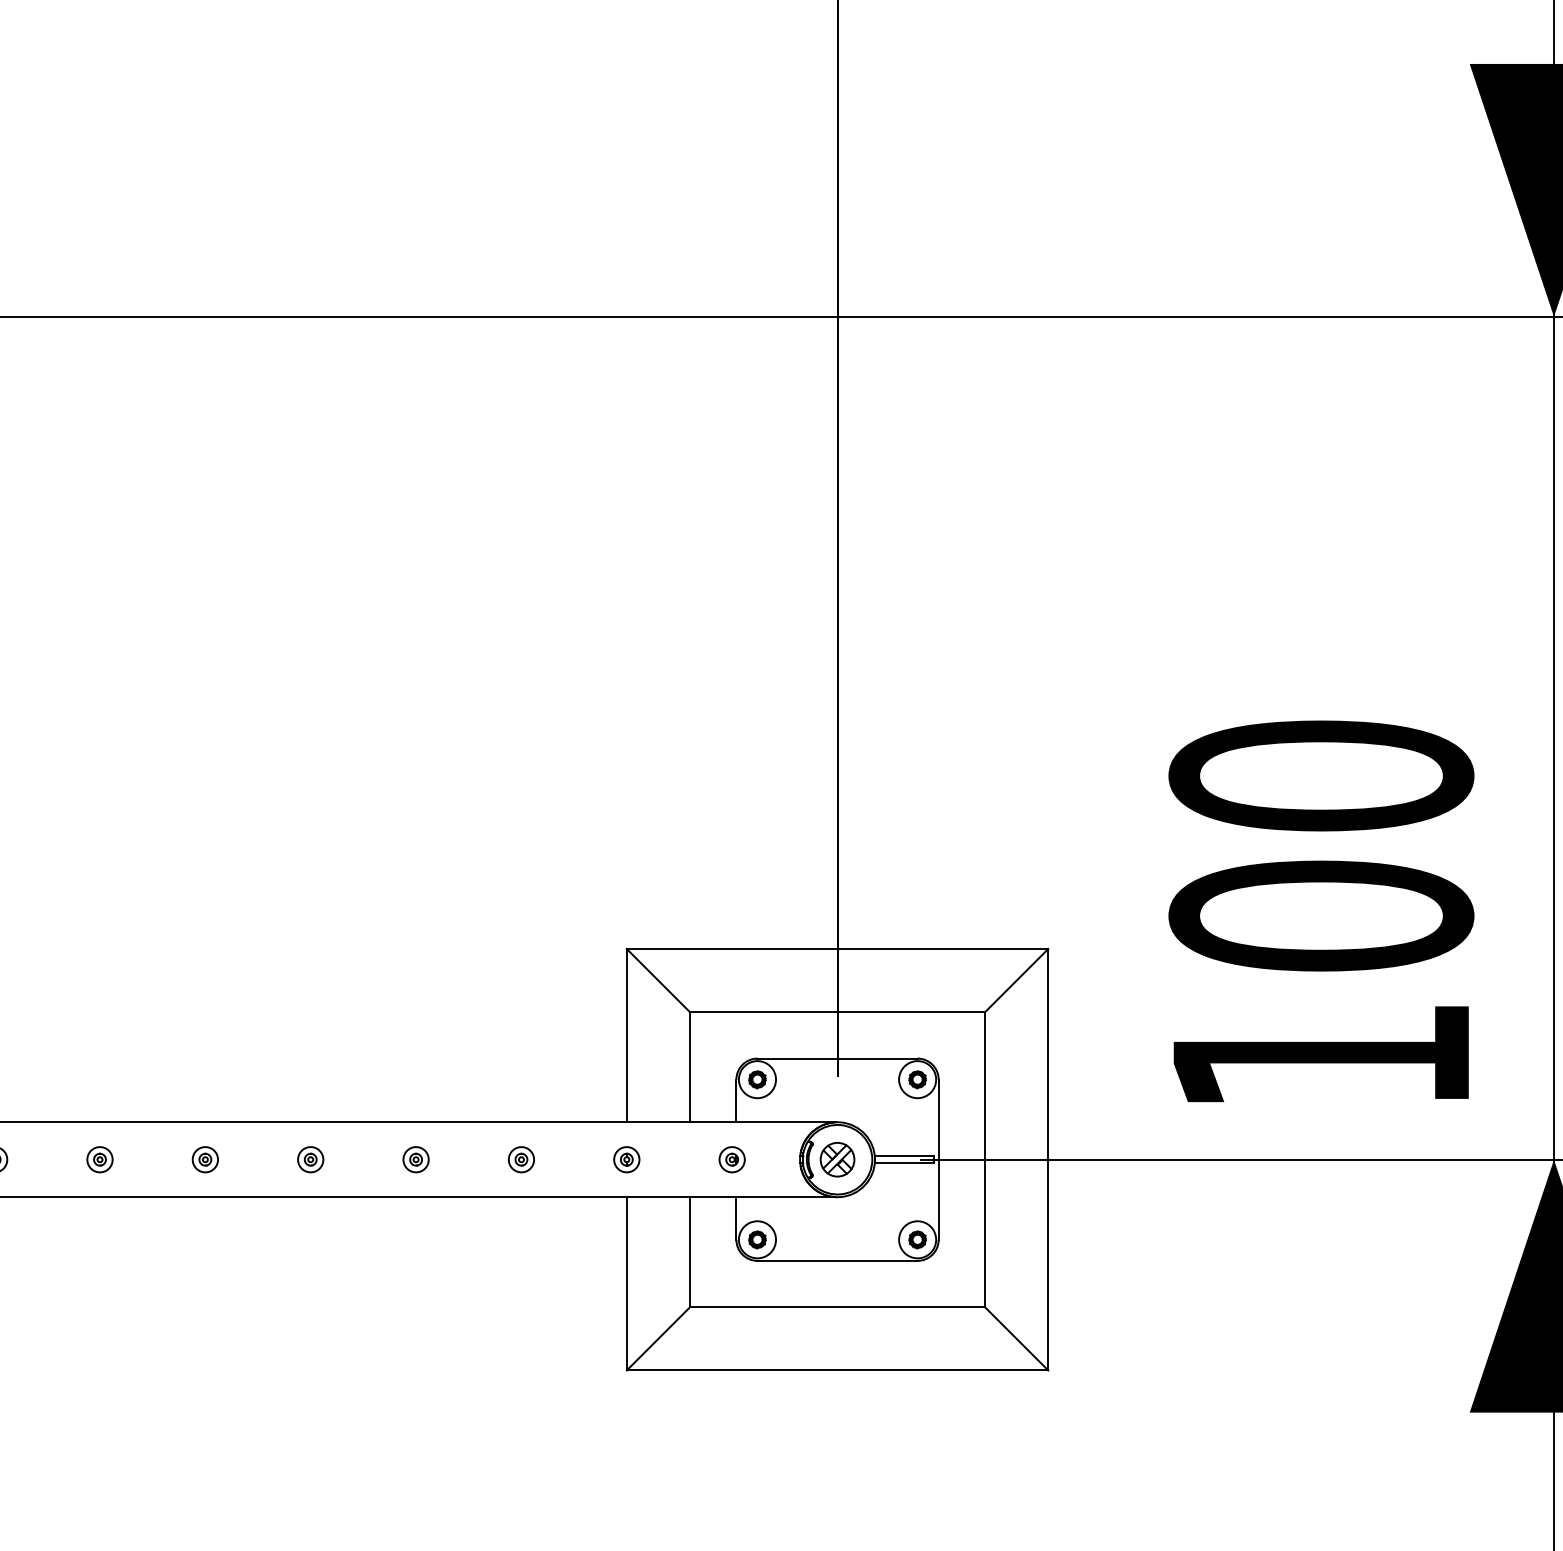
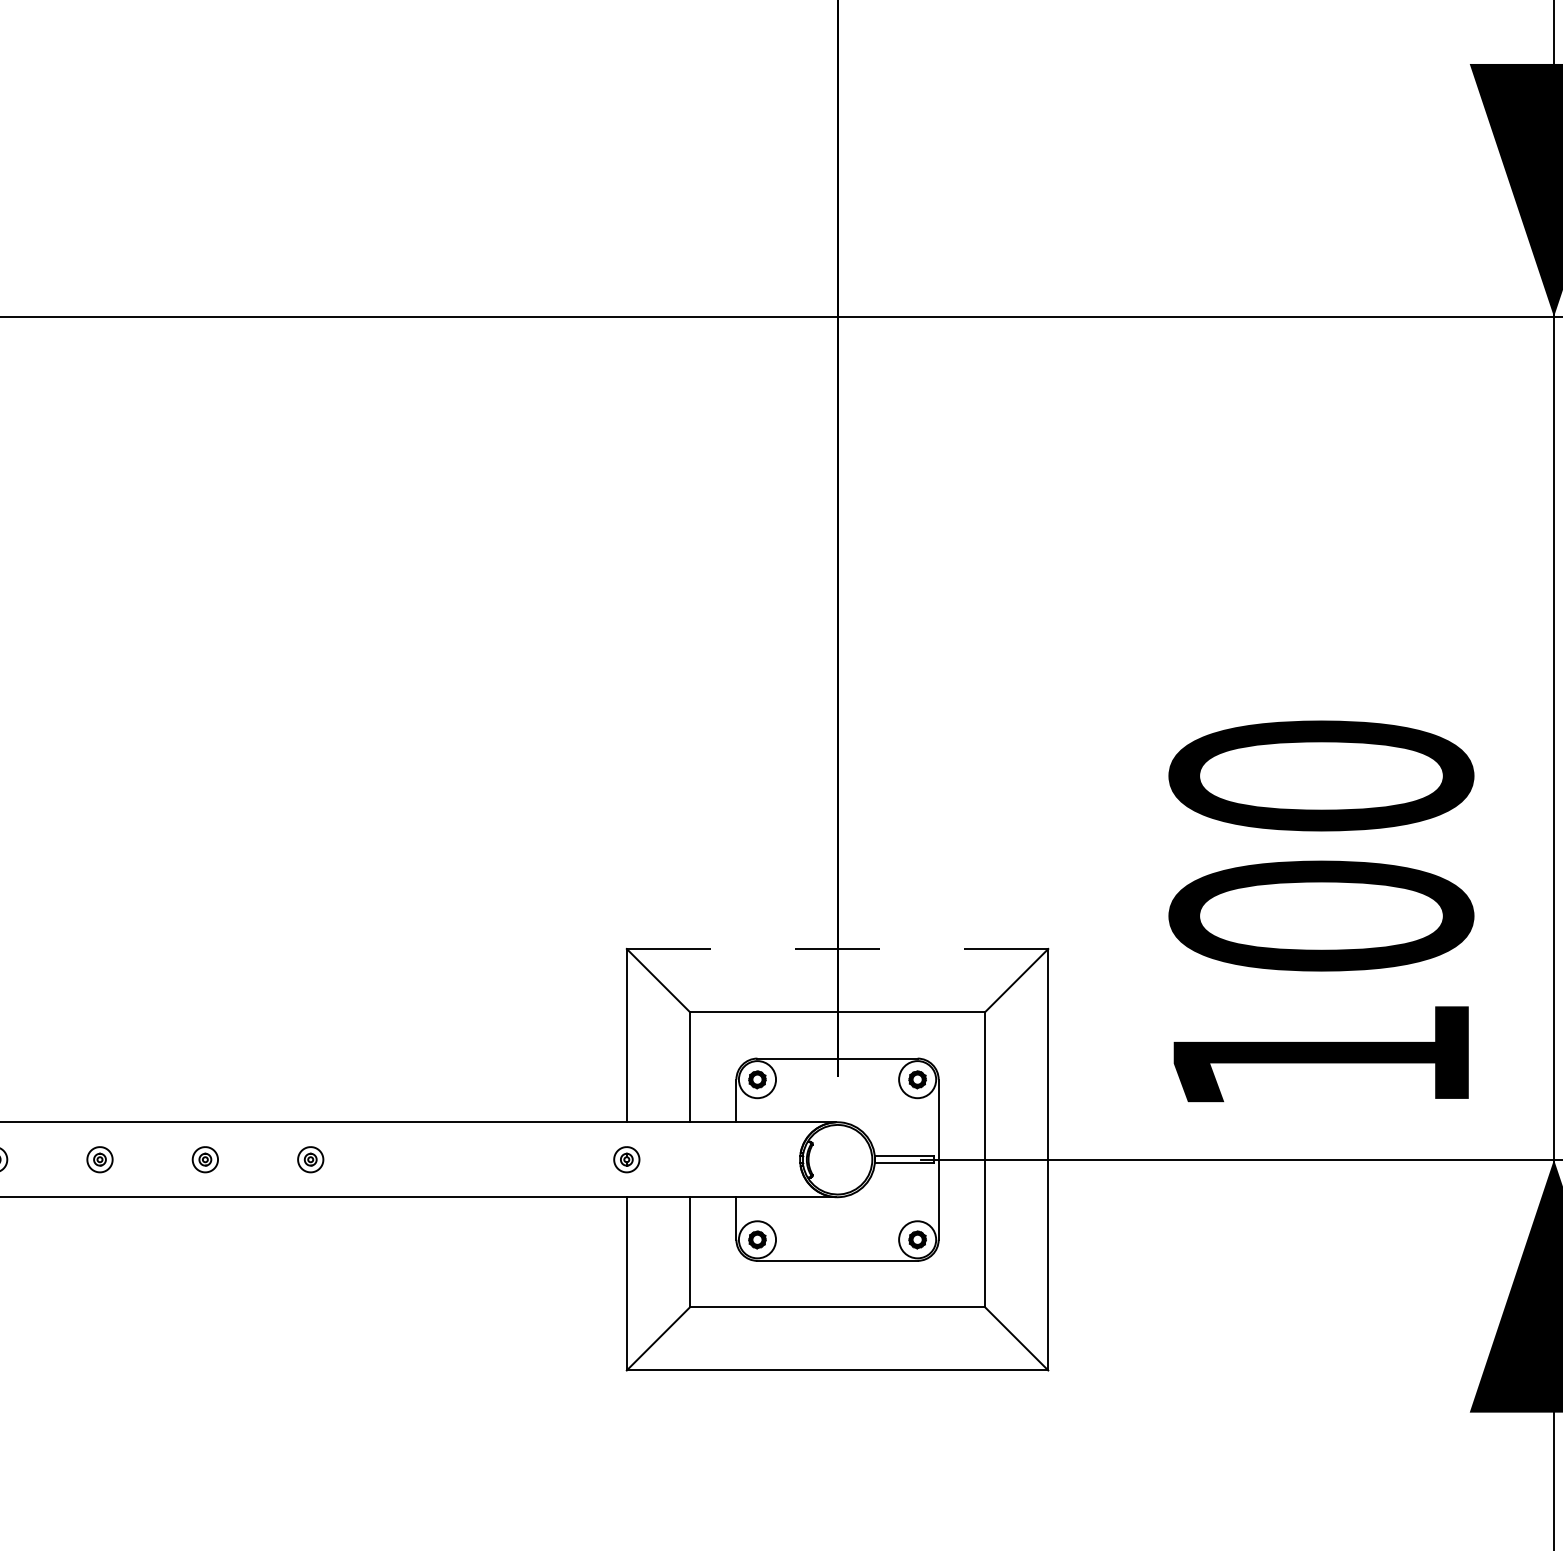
line at (837, 949): solid -> dashed
part at (415, 1159): present -> none
part at (520, 1159): present -> none
part at (731, 1159): present -> none
part at (837, 1159): present -> none
